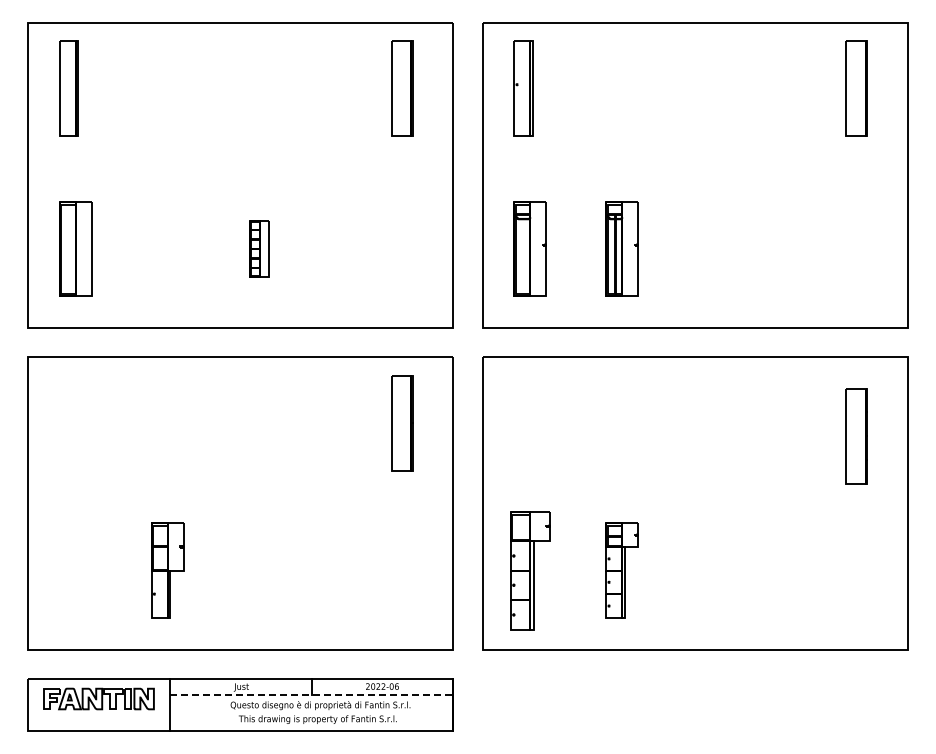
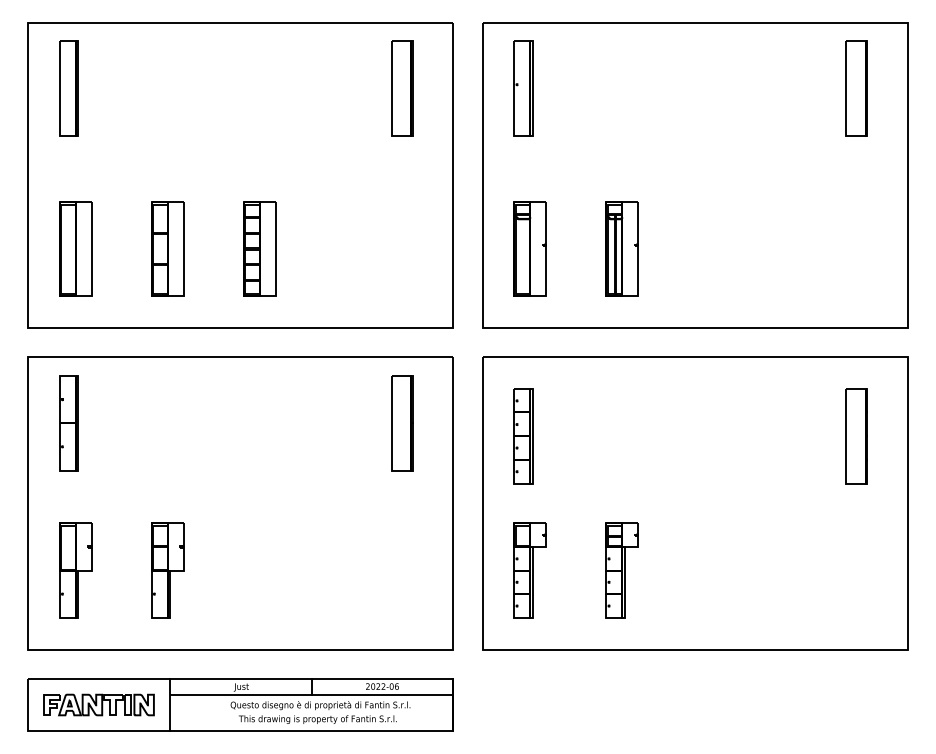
part at (167, 248): none -> present
part at (259, 248) size: 21x58 px -> 34x96 px
part at (68, 423): none -> present
part at (523, 436): none -> present
part at (75, 570): none -> present
part at (530, 570) size: 41x120 px -> 34x97 px
line at (311, 694): dashed -> solid
part at (98, 698) position: (98, 698) -> (98, 704)
